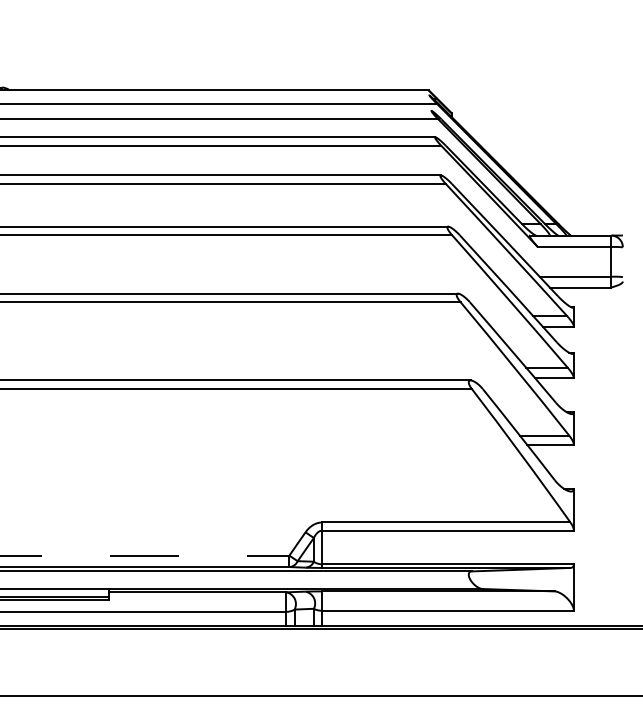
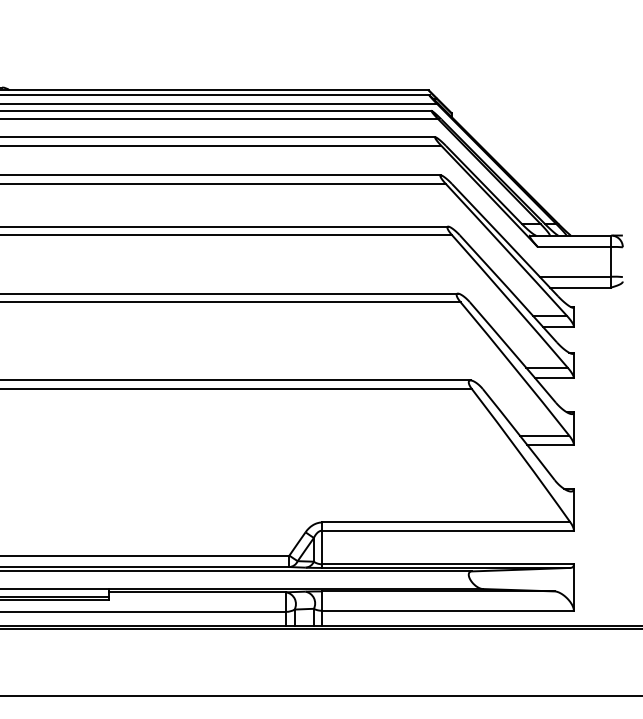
line at (215, 95): none -> present
line at (216, 110): none -> present
line at (145, 555): dashed -> solid
